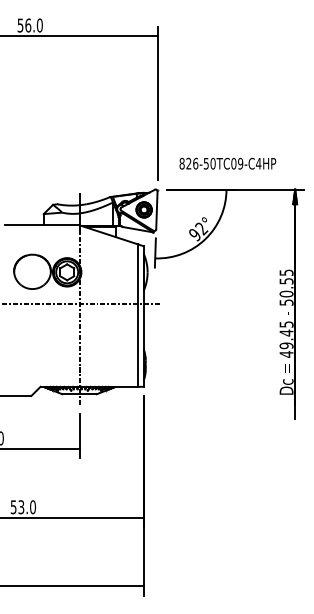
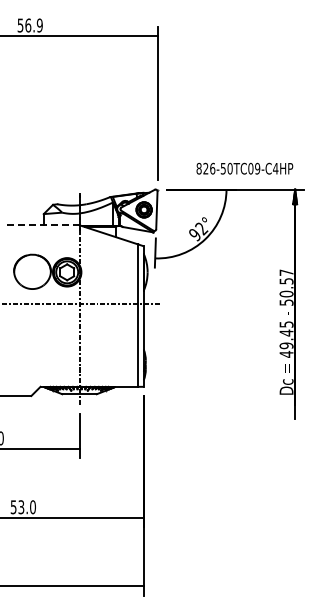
text at (39, 25): 56.0 -> 56.9
text at (227, 163) position: (227, 163) -> (244, 168)
line at (41, 225): solid -> dashed
text at (286, 272): 50.55 -> 50.57
